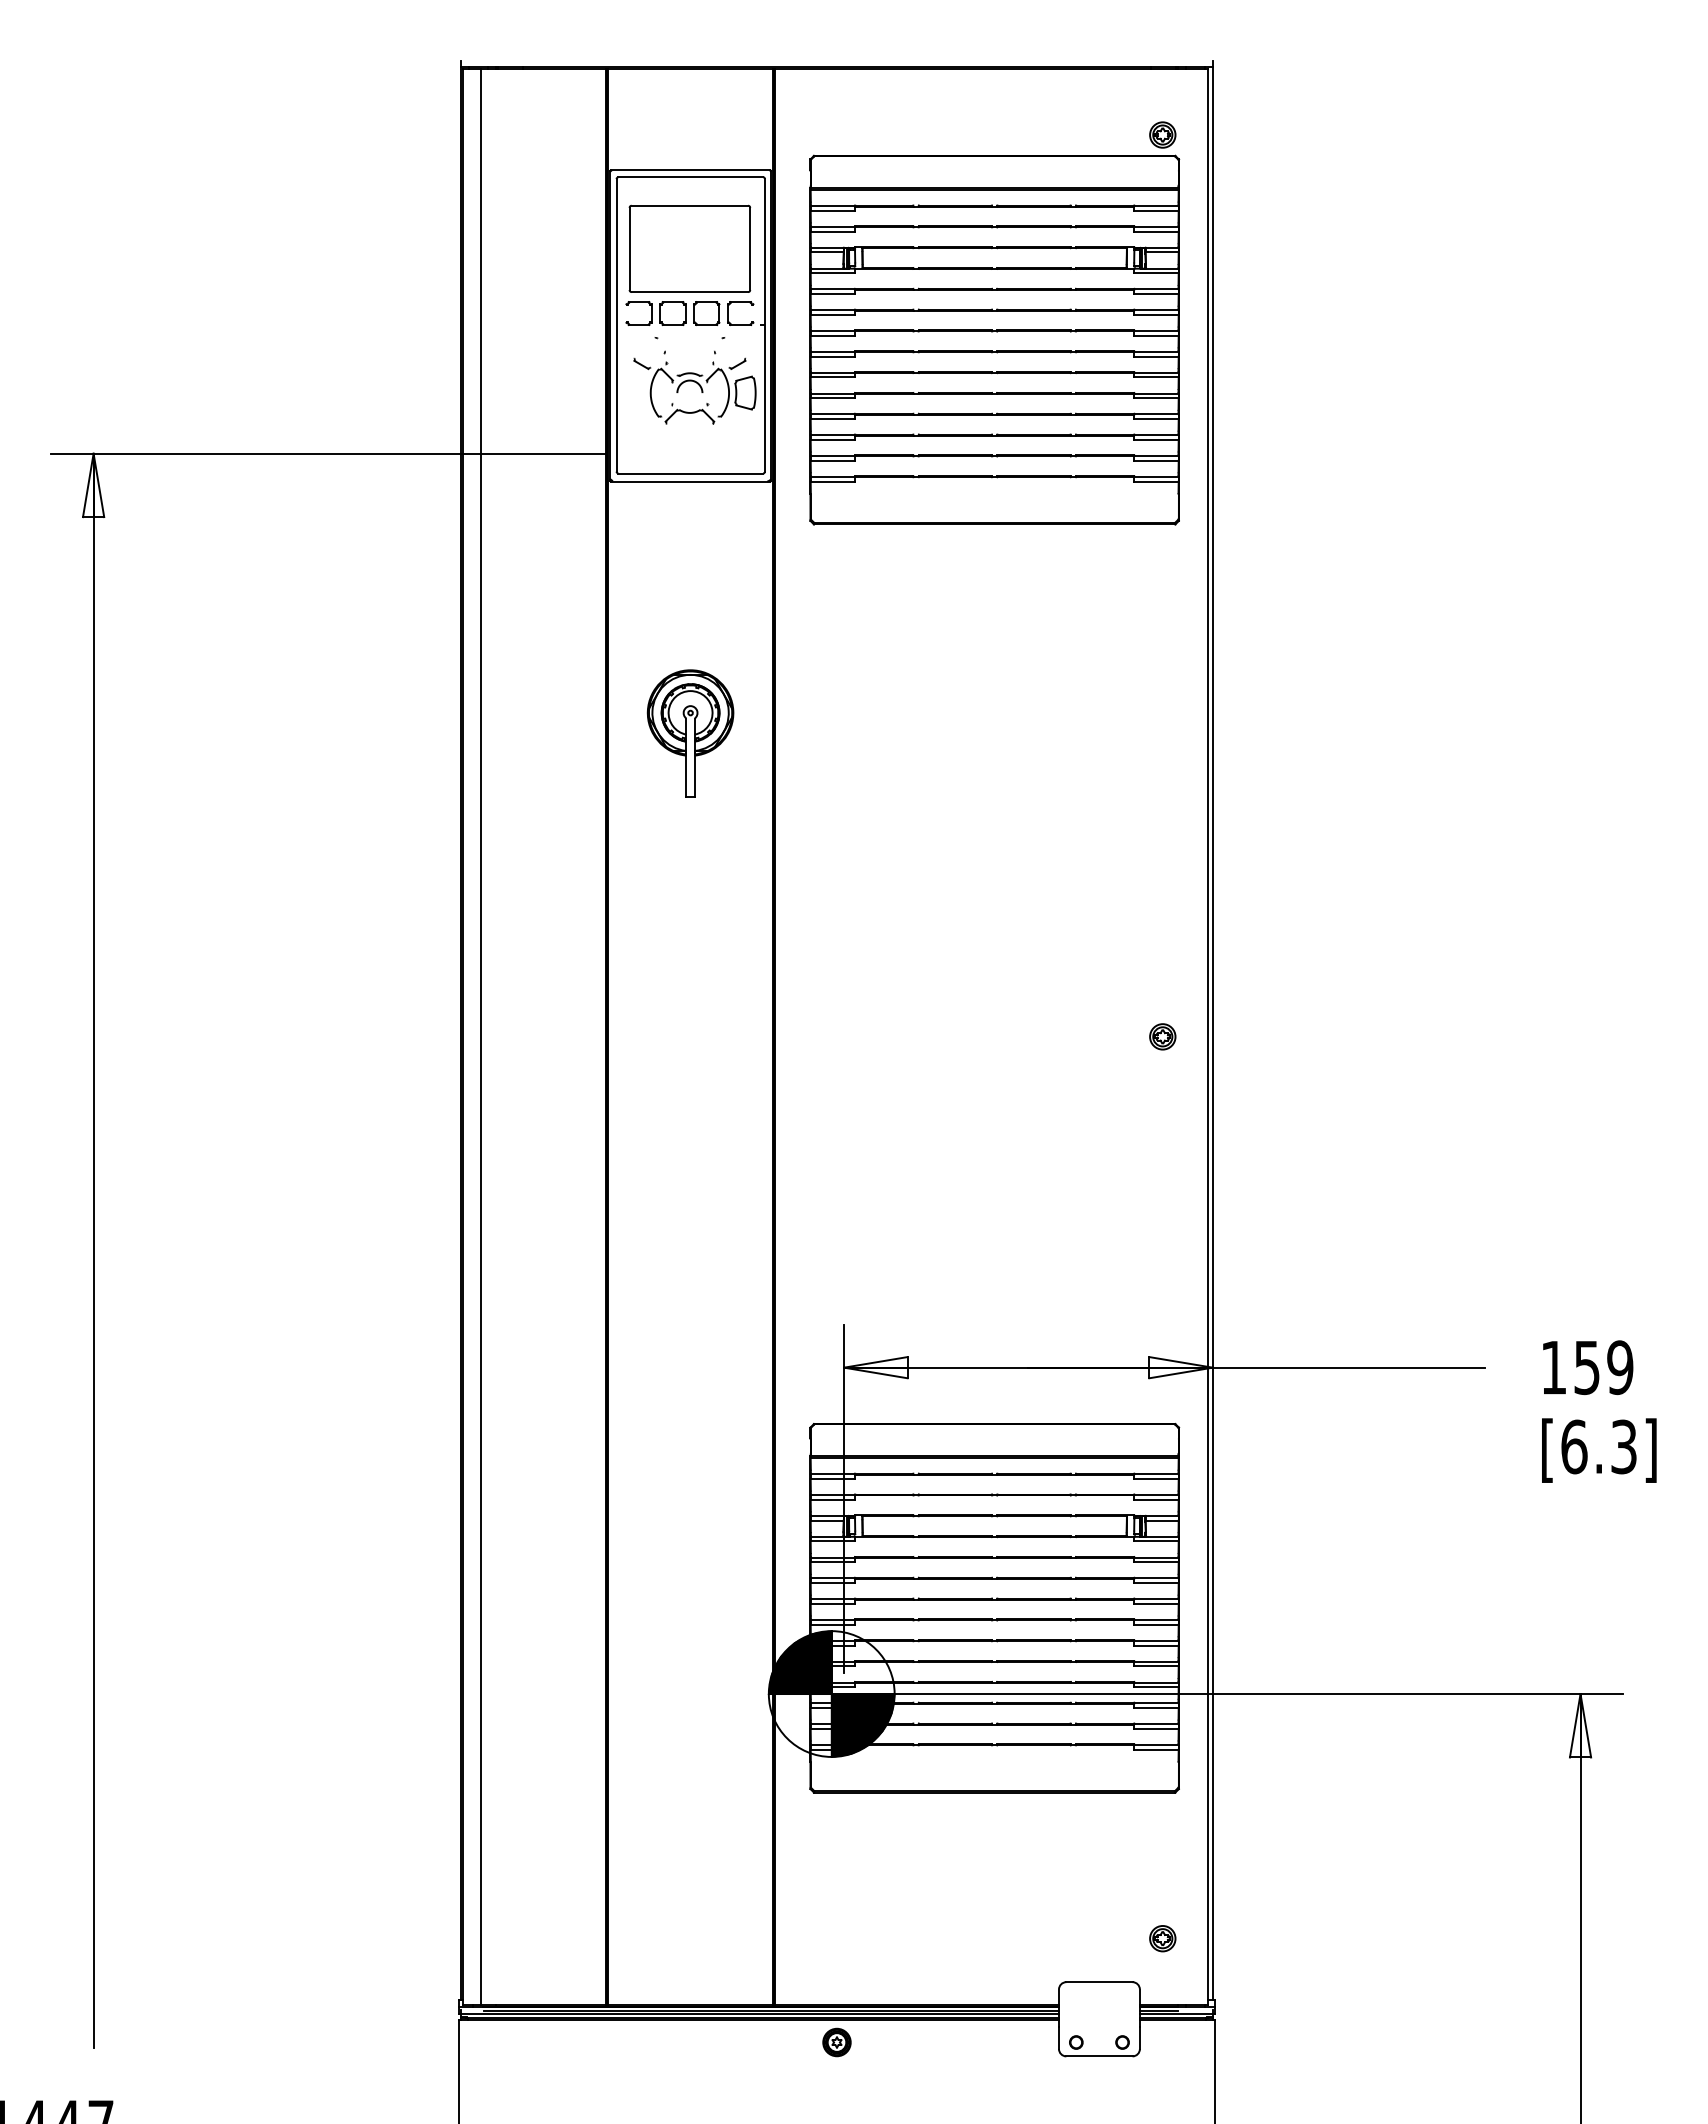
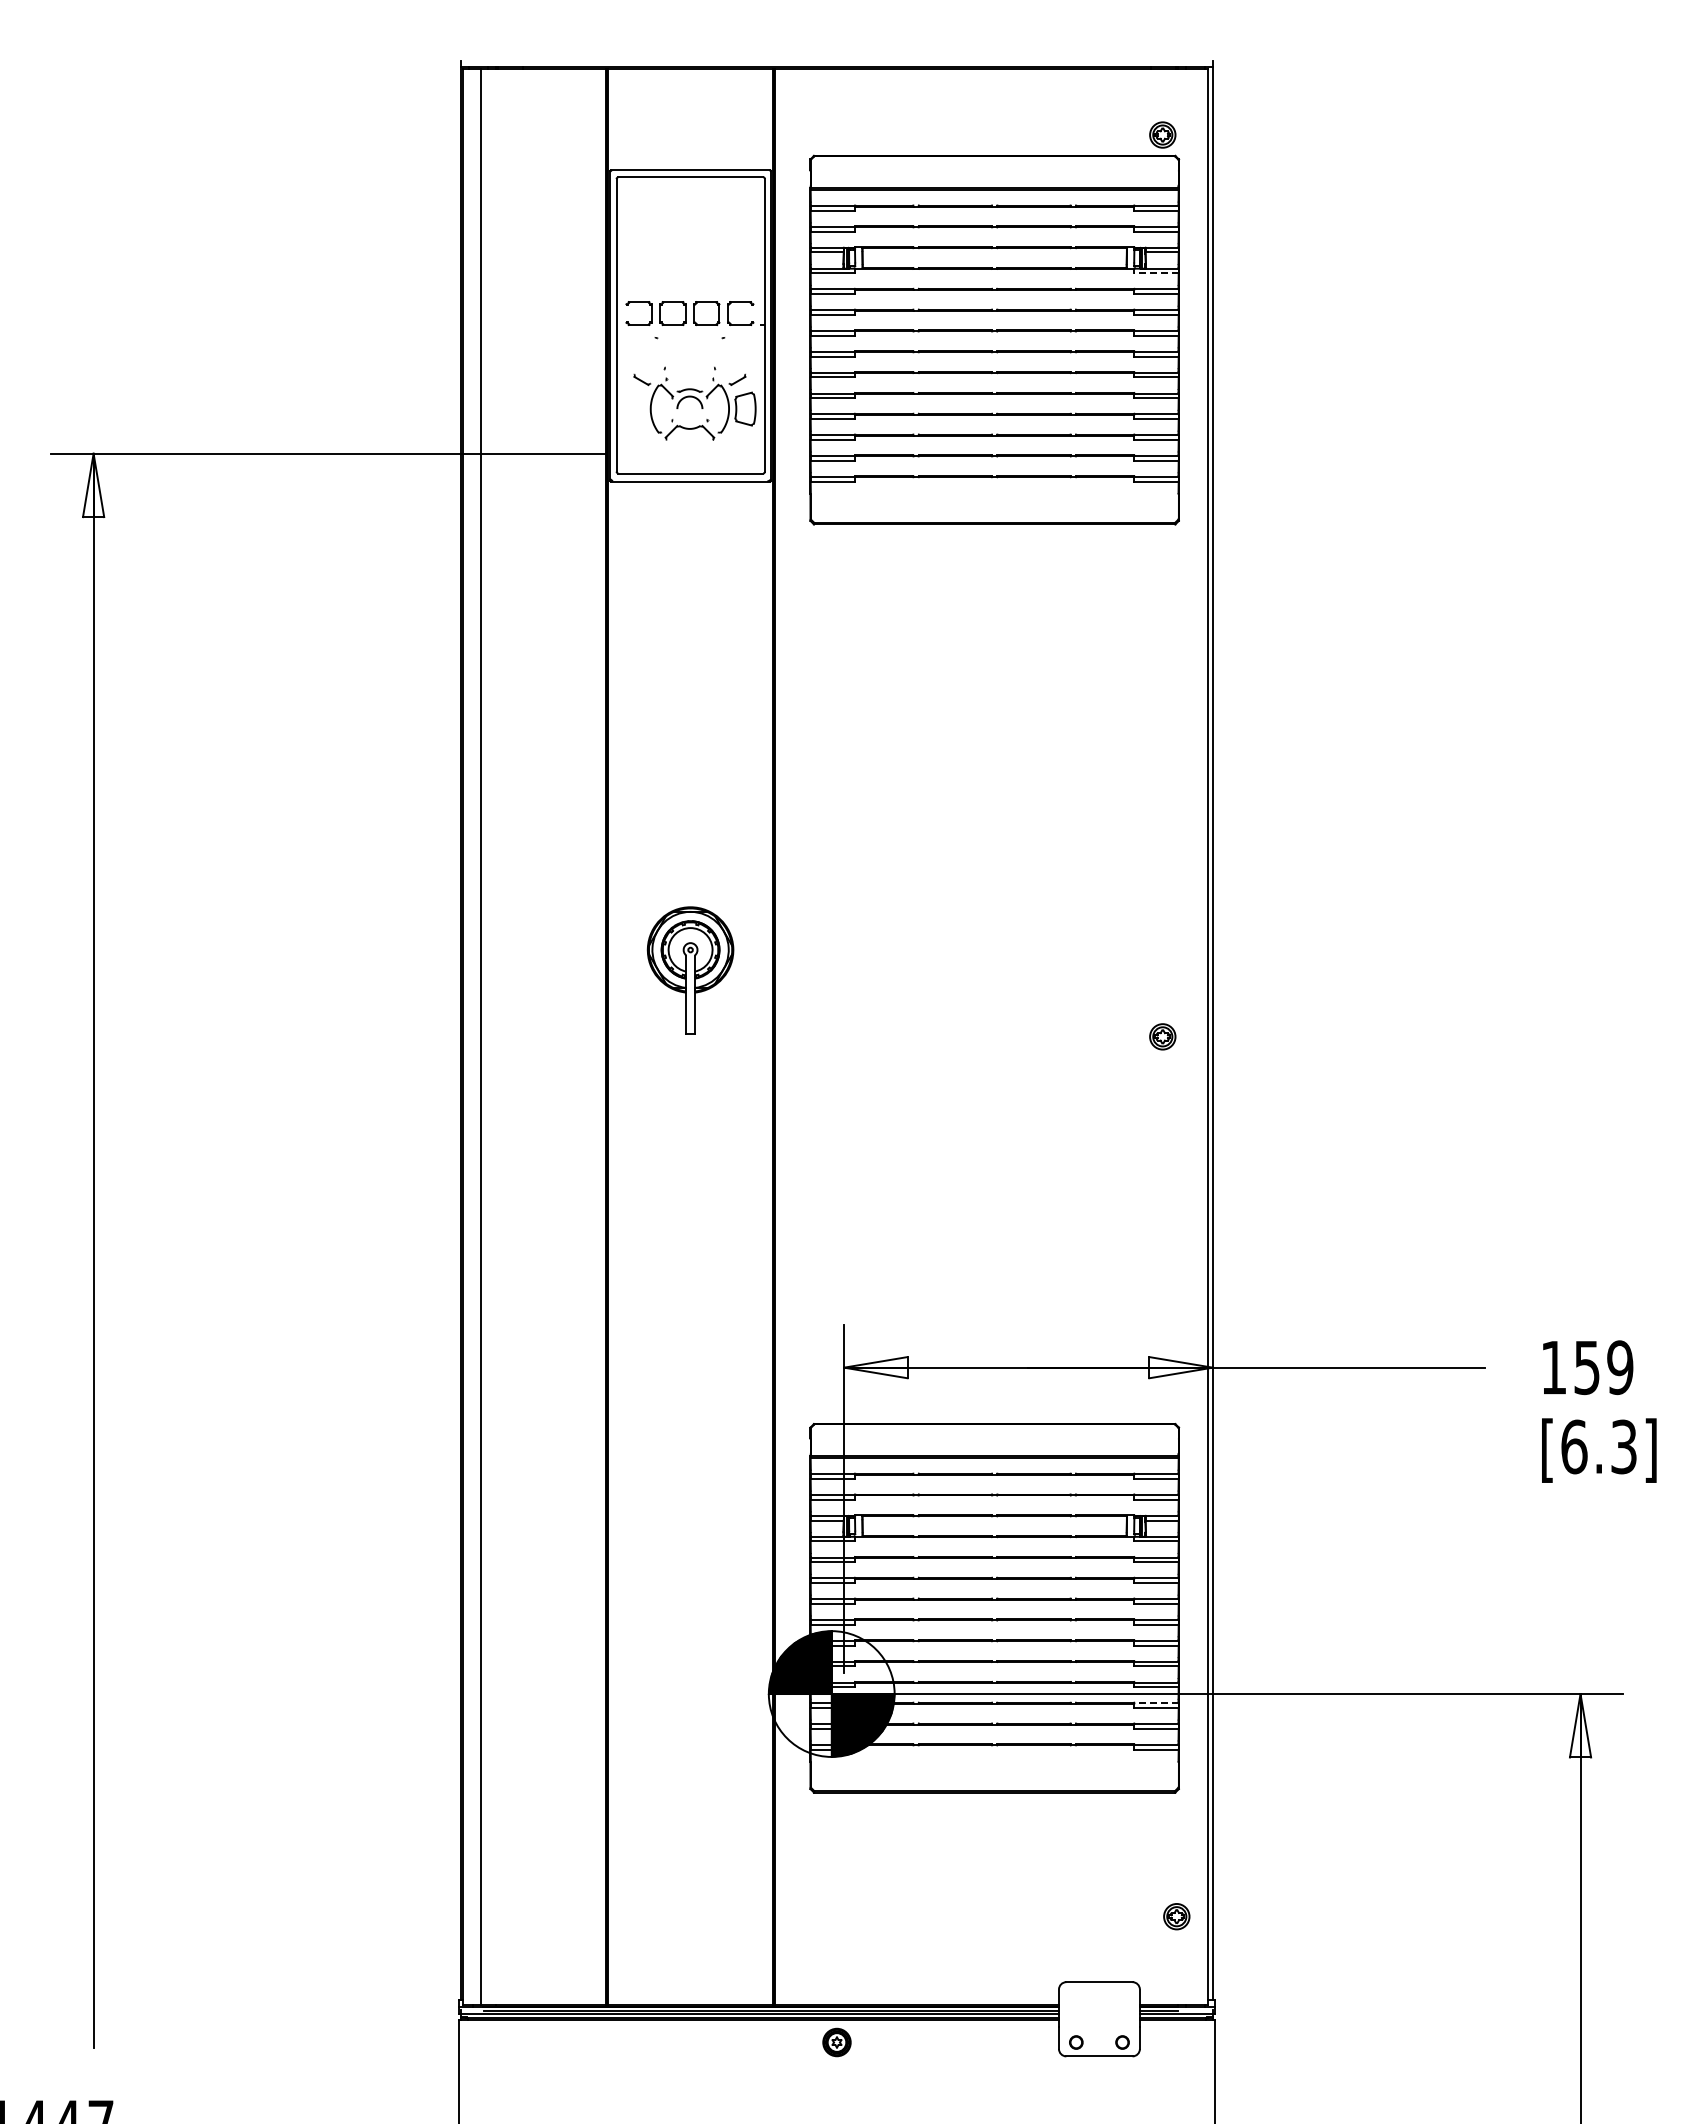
part at (689, 248): present -> none
line at (1156, 273): solid -> dashed
part at (694, 387) position: (694, 387) -> (694, 403)
part at (690, 733) position: (690, 733) -> (690, 970)
line at (1156, 1703): solid -> dashed
part at (1162, 1938) position: (1162, 1938) -> (1176, 1916)
